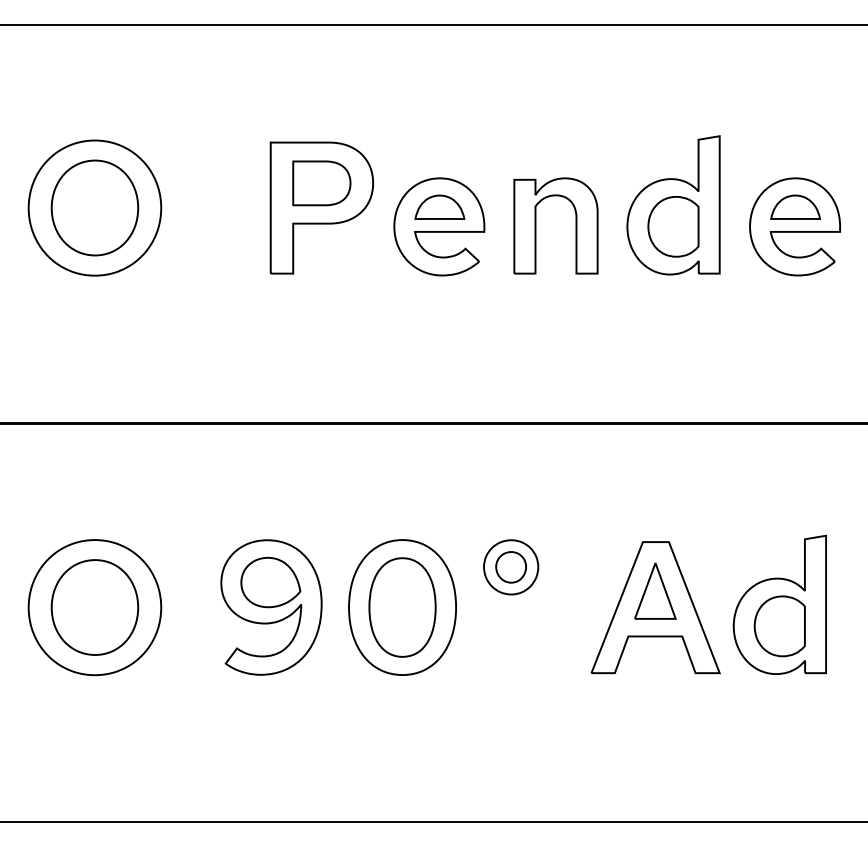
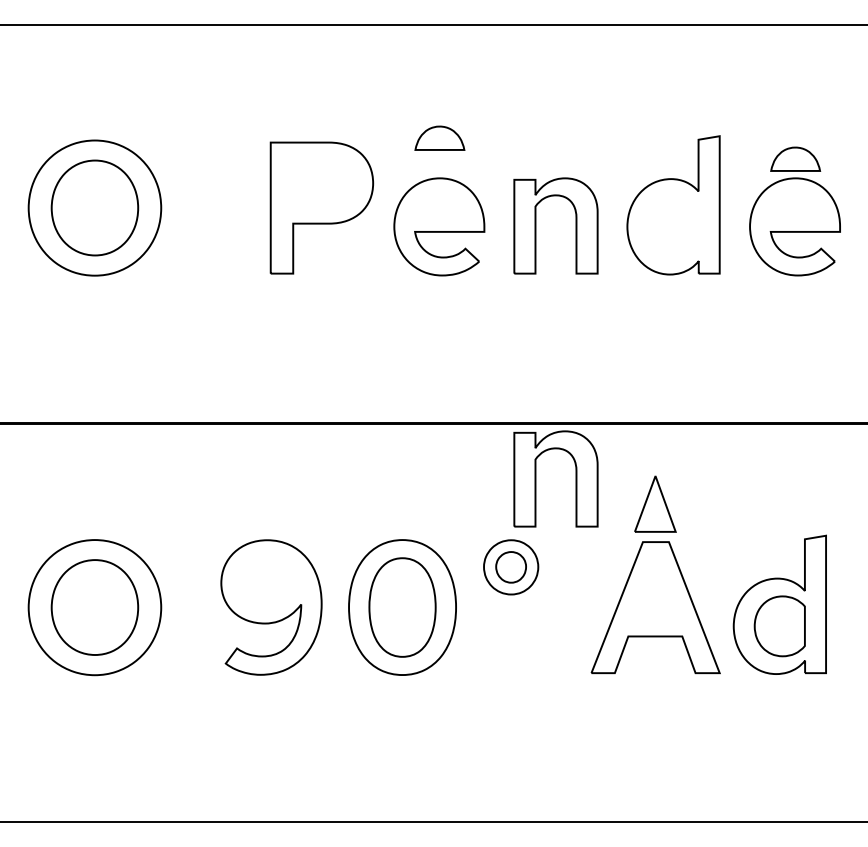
part at (321, 183): present -> none
part at (439, 206) position: (439, 206) -> (439, 137)
part at (795, 206) position: (795, 206) -> (795, 158)
part at (673, 226): present -> none
part at (536, 478): none -> present
part at (270, 582): present -> none
part at (655, 590) position: (655, 590) -> (655, 503)
